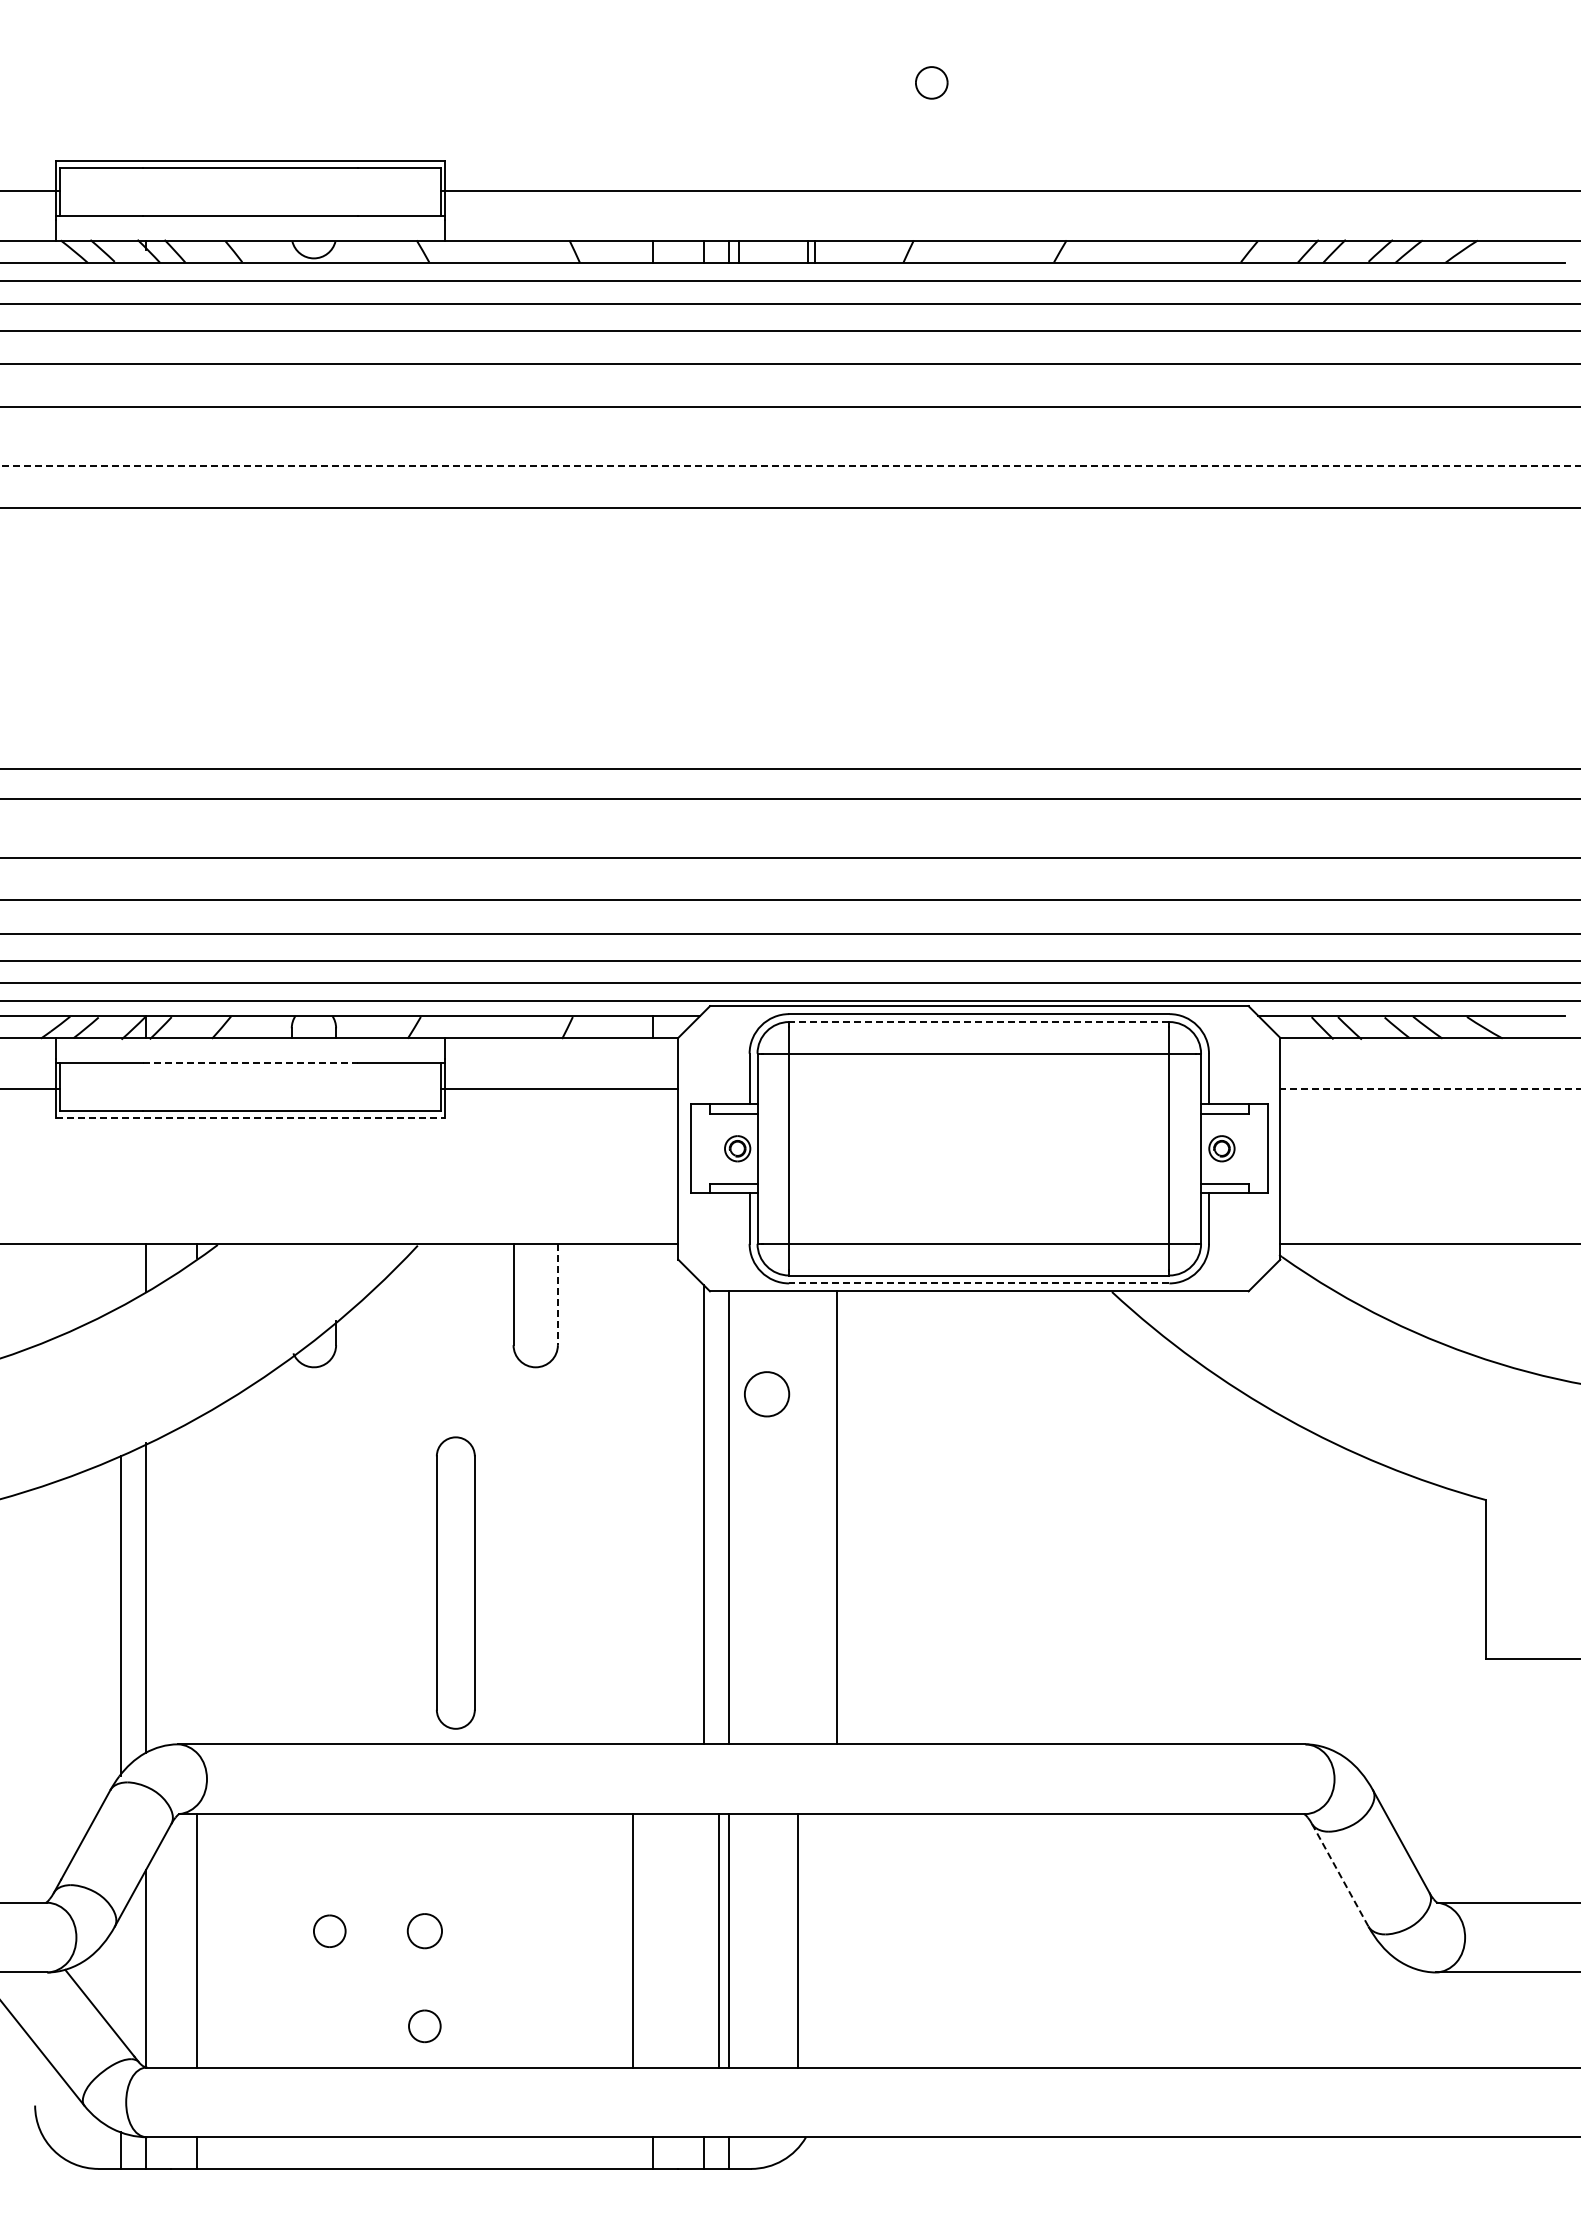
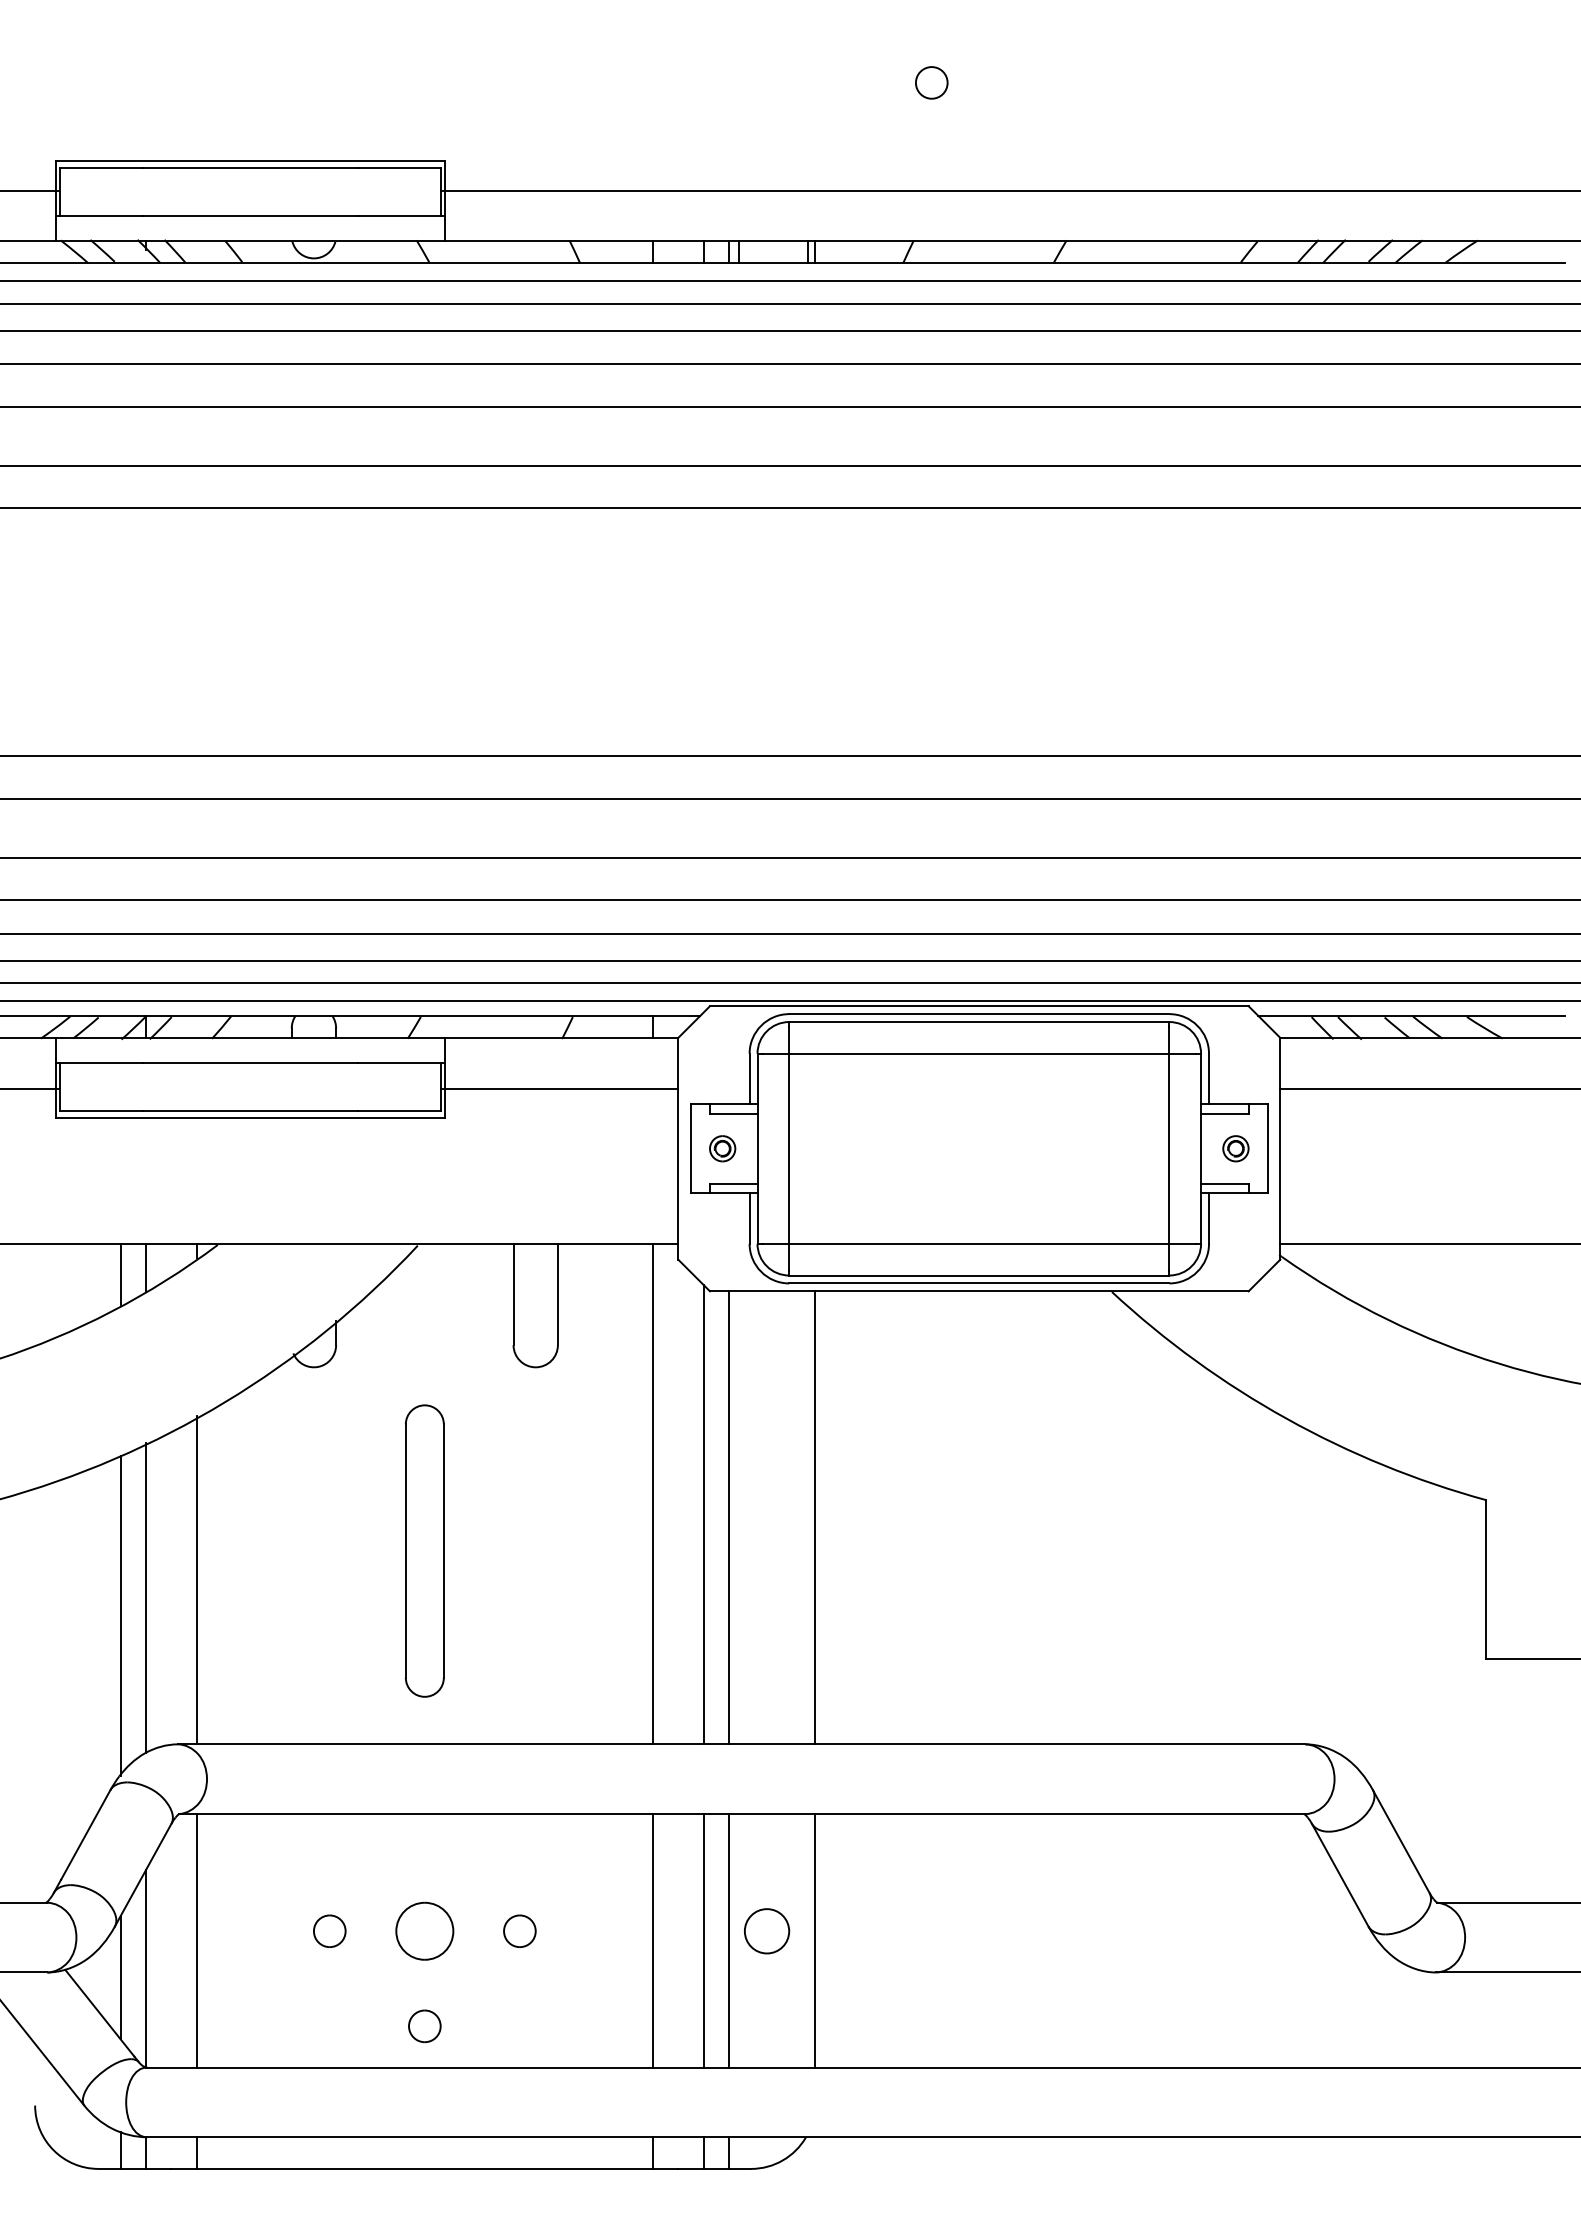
line at (790, 465): dashed -> solid
line at (789, 769) position: (789, 769) -> (789, 756)
line at (978, 1022): dashed -> solid
line at (250, 1063): dashed -> solid
line at (1430, 1088): dashed -> solid
line at (250, 1118): dashed -> solid
part at (737, 1148) position: (737, 1148) -> (722, 1148)
part at (1221, 1148) position: (1221, 1148) -> (1235, 1148)
line at (120, 1274): none -> present
line at (978, 1283): dashed -> solid
line at (557, 1294): dashed -> solid
part at (767, 1394) position: (767, 1394) -> (767, 1931)
line at (652, 1493): none -> present
line at (836, 1517) position: (836, 1517) -> (814, 1517)
line at (196, 1579): none -> present
part at (455, 1582) position: (455, 1582) -> (424, 1550)
line at (1340, 1875): dashed -> solid
part at (519, 1930): none -> present
part at (424, 1931) size: 37x37 px -> 60x60 px
line at (632, 1940) position: (632, 1940) -> (652, 1940)
line at (718, 1940) position: (718, 1940) -> (703, 1940)
line at (797, 1940) position: (797, 1940) -> (814, 1940)
line at (120, 1977): none -> present
